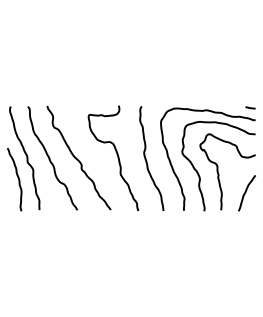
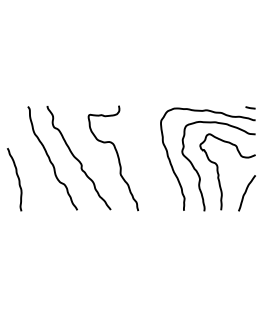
curve at (26, 158): present -> none
curve at (146, 158): present -> none
